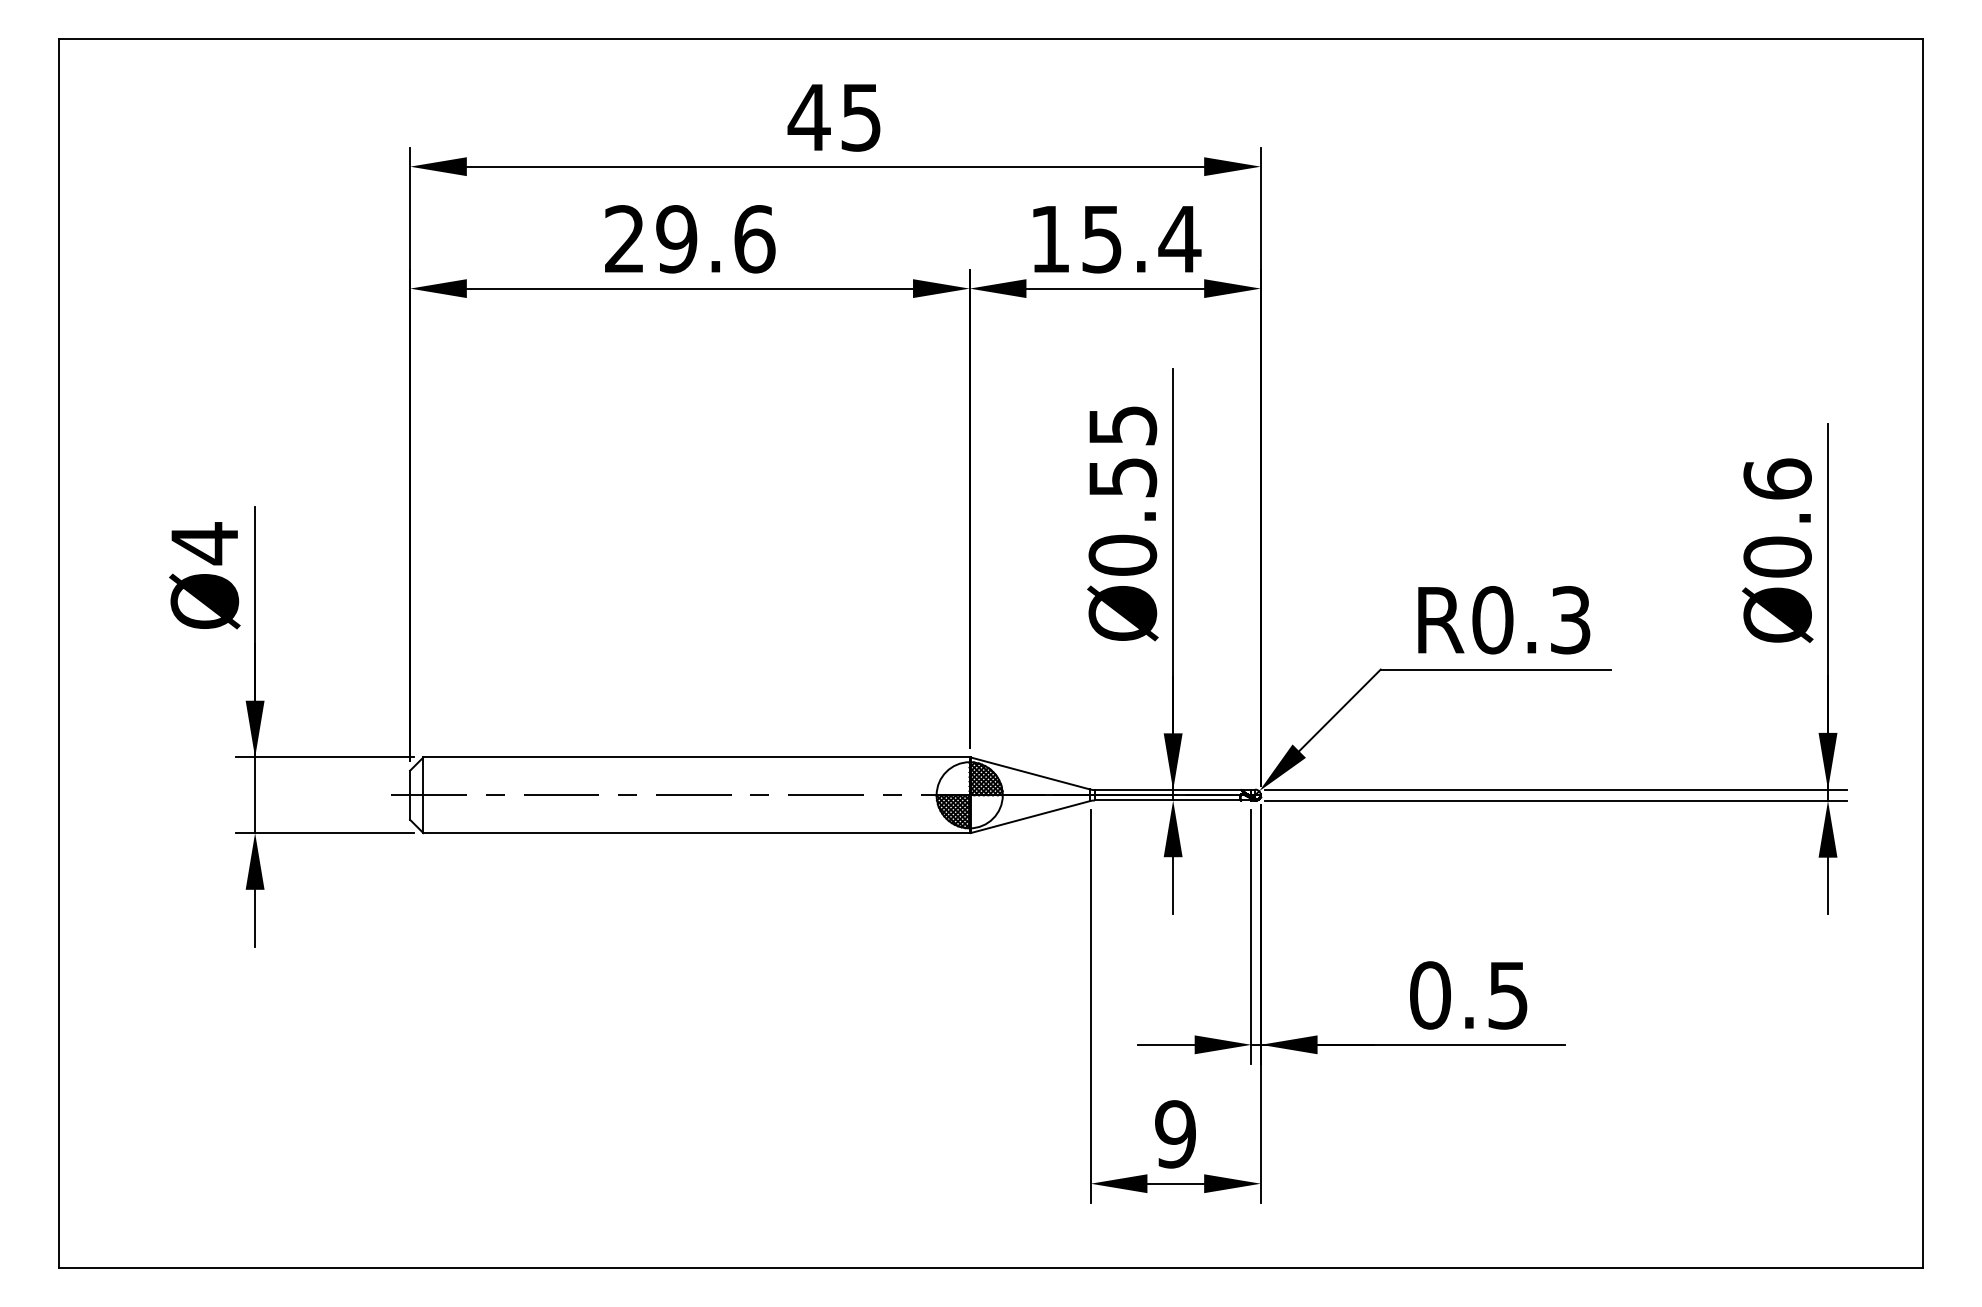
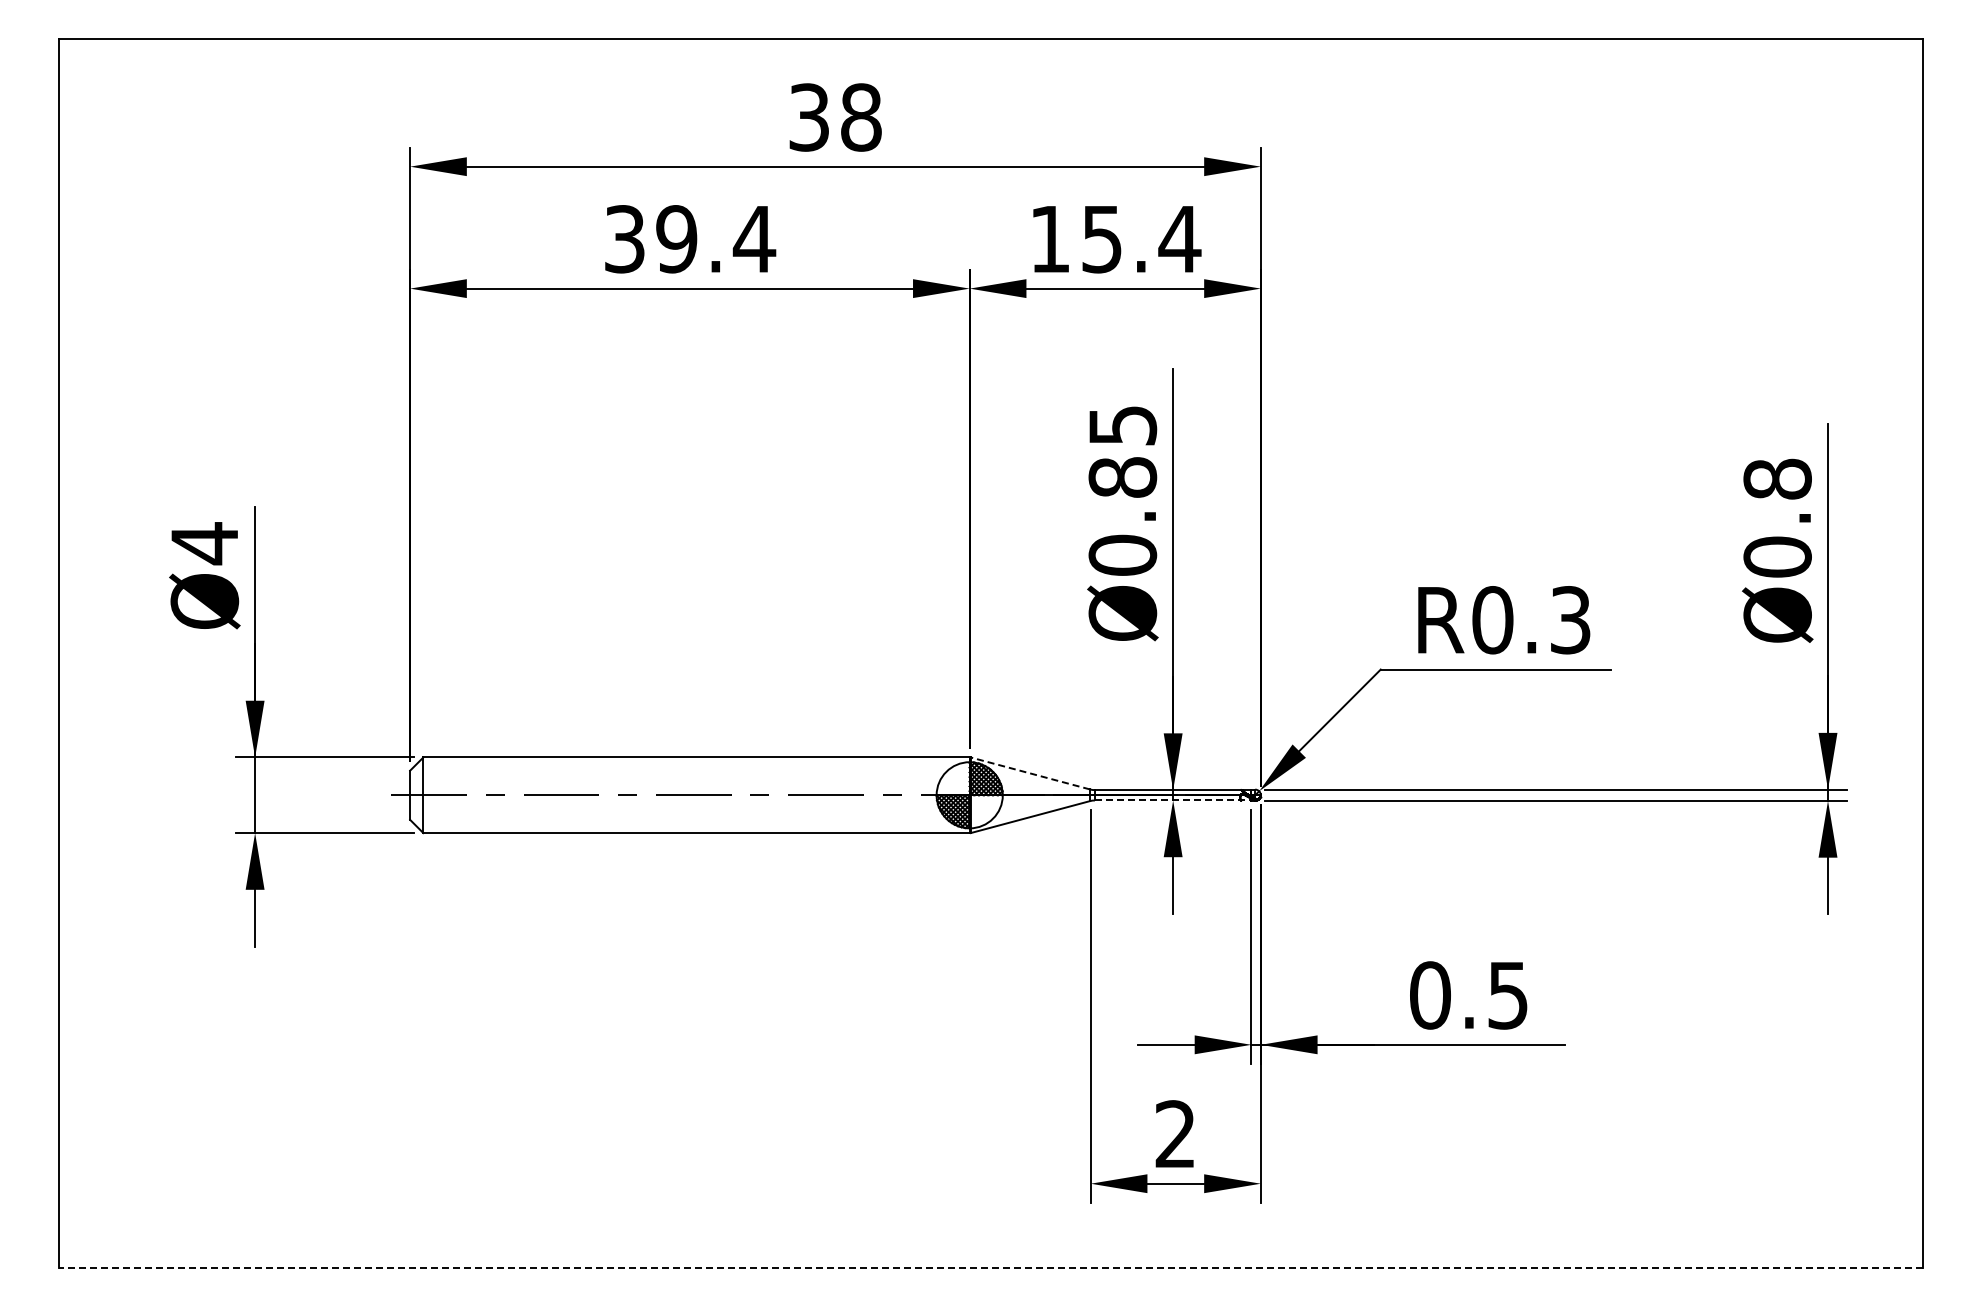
text at (834, 117): 45 -> 38
text at (690, 239): 29.6 -> 39.4
text at (1122, 477): Ø0.55 -> Ø0.85
text at (1777, 478): Ø0.6 -> Ø0.8
line at (1030, 773): solid -> dashed
line at (1173, 800): solid -> dashed
text at (1175, 1134): 9 -> 2
line at (991, 1267): solid -> dashed
